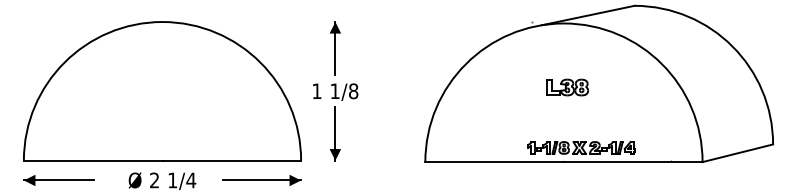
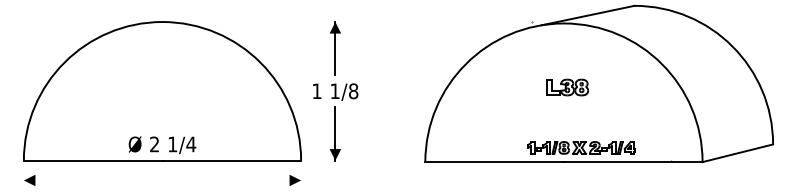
line at (58, 180): present -> none
line at (262, 180): present -> none
text at (162, 181) position: (162, 181) -> (162, 145)
